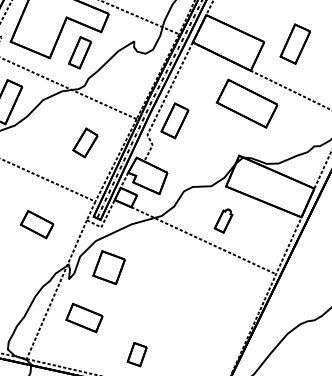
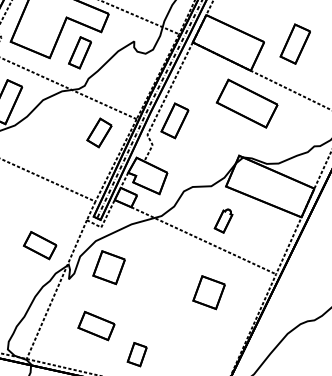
part at (85, 142) position: (85, 142) -> (99, 132)
part at (37, 224) position: (37, 224) -> (40, 245)
part at (208, 292): none -> present
part at (84, 317) position: (84, 317) -> (96, 325)
